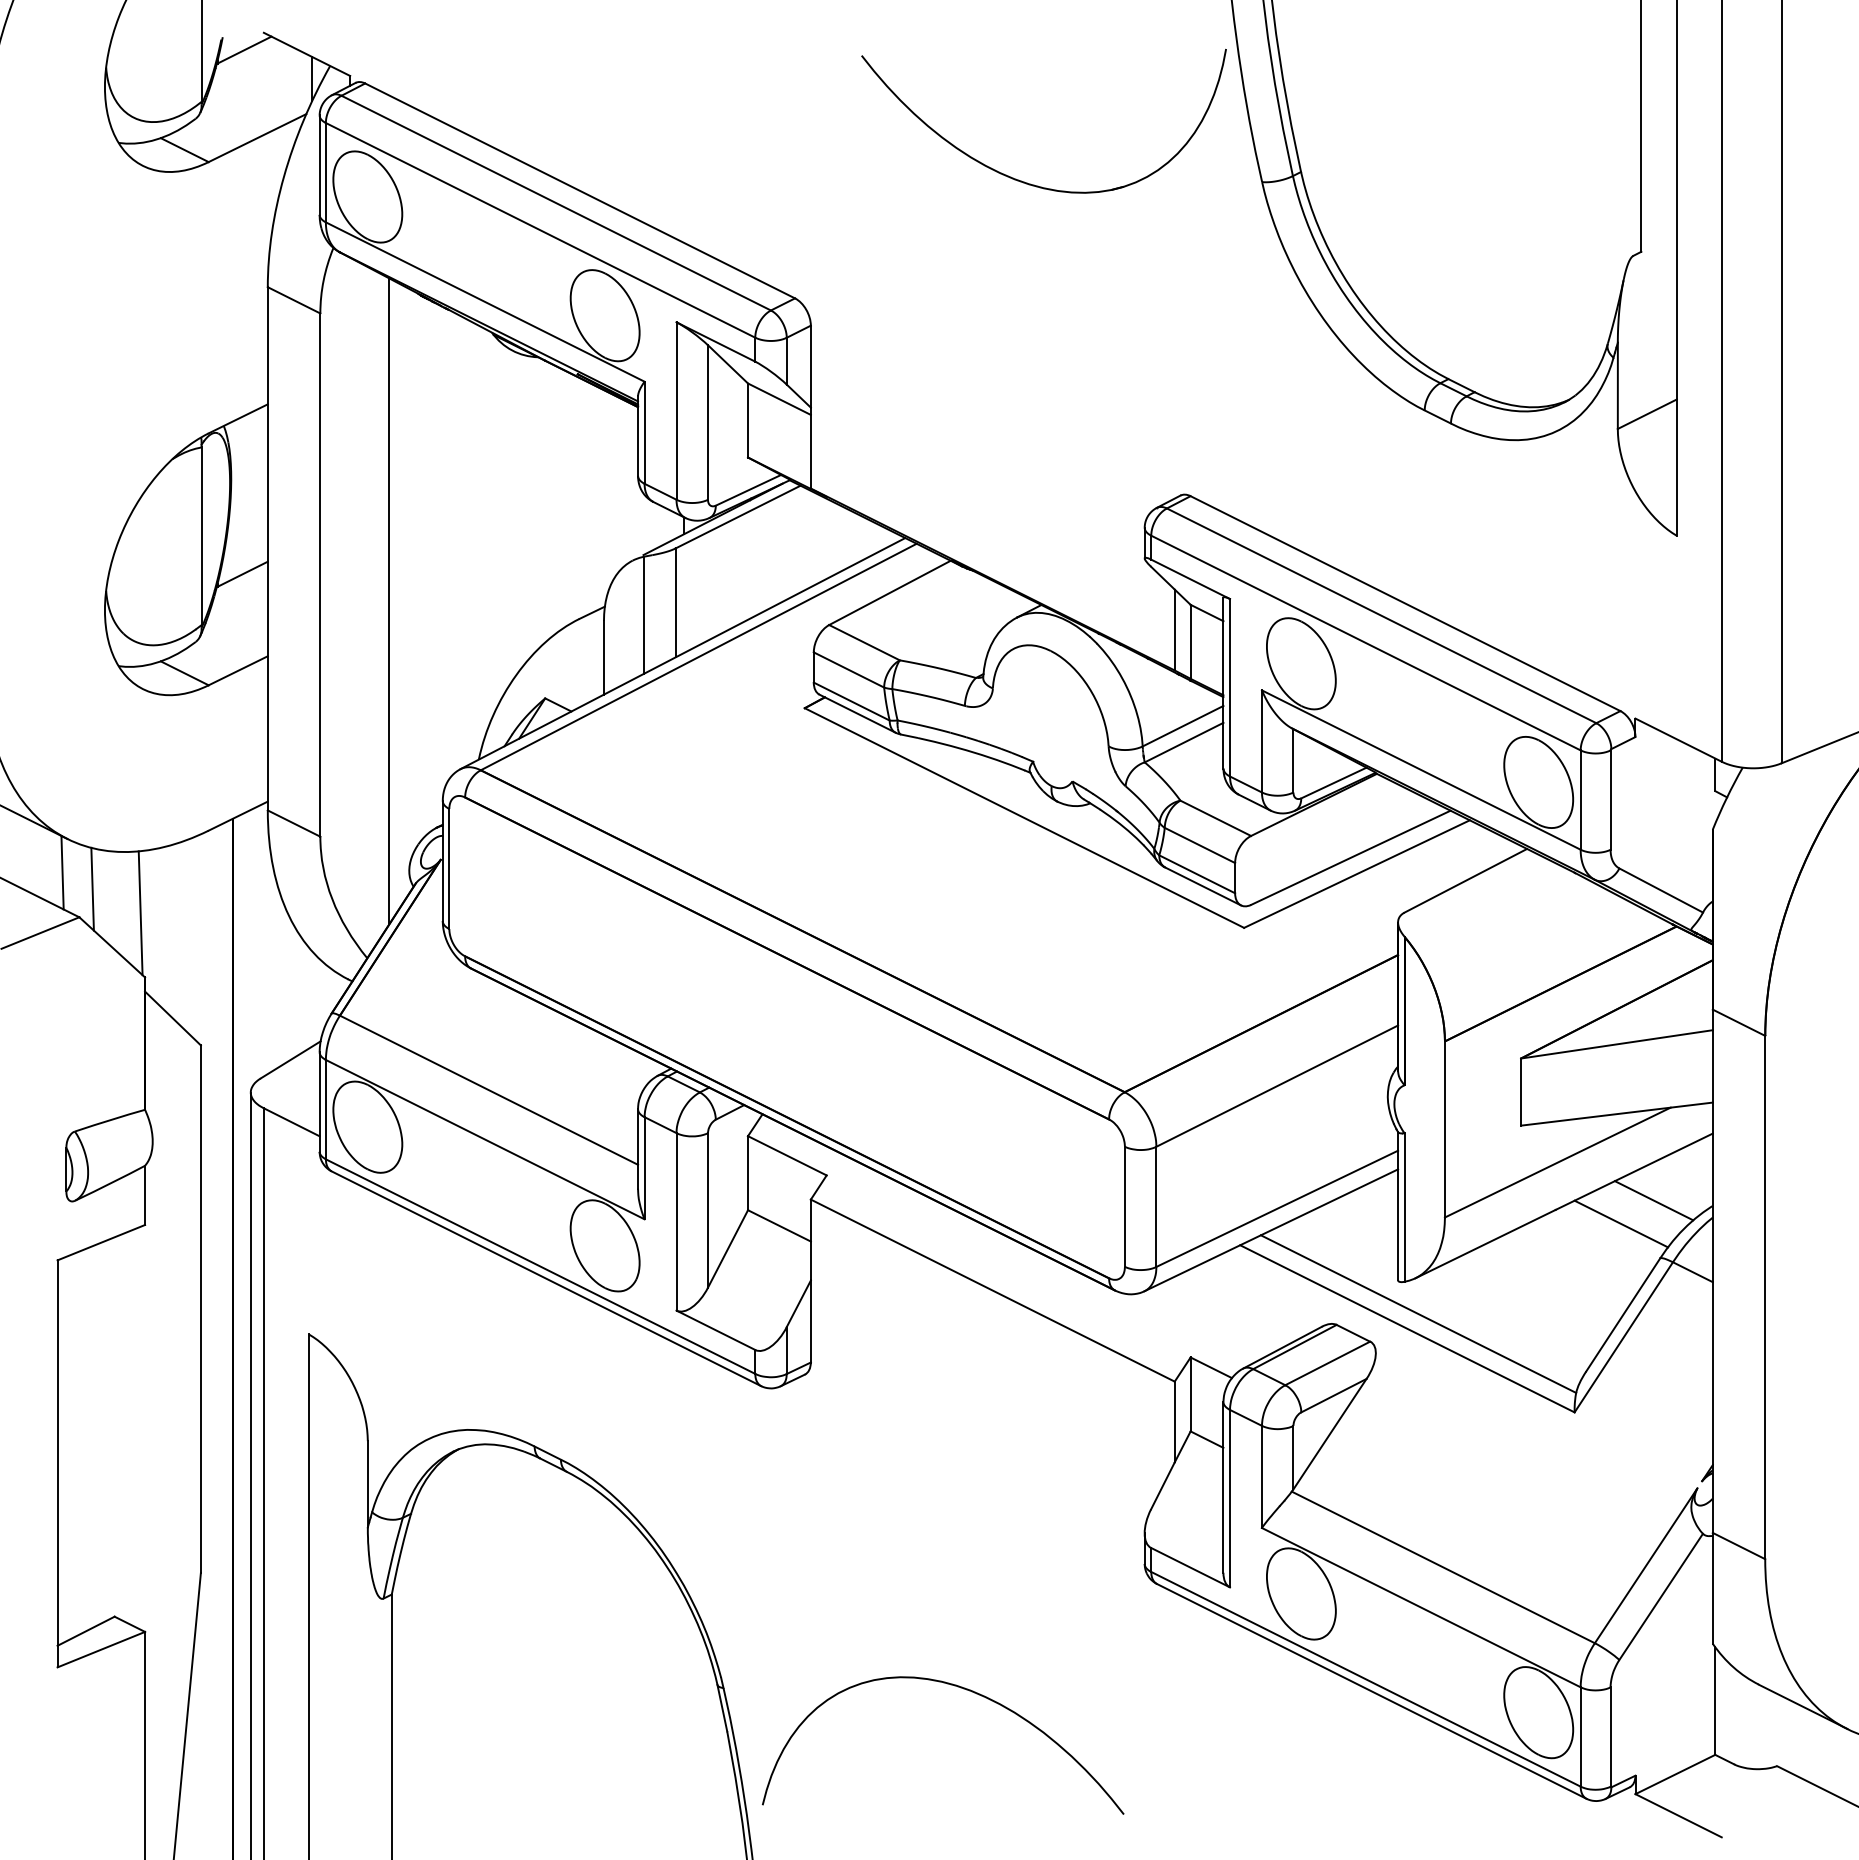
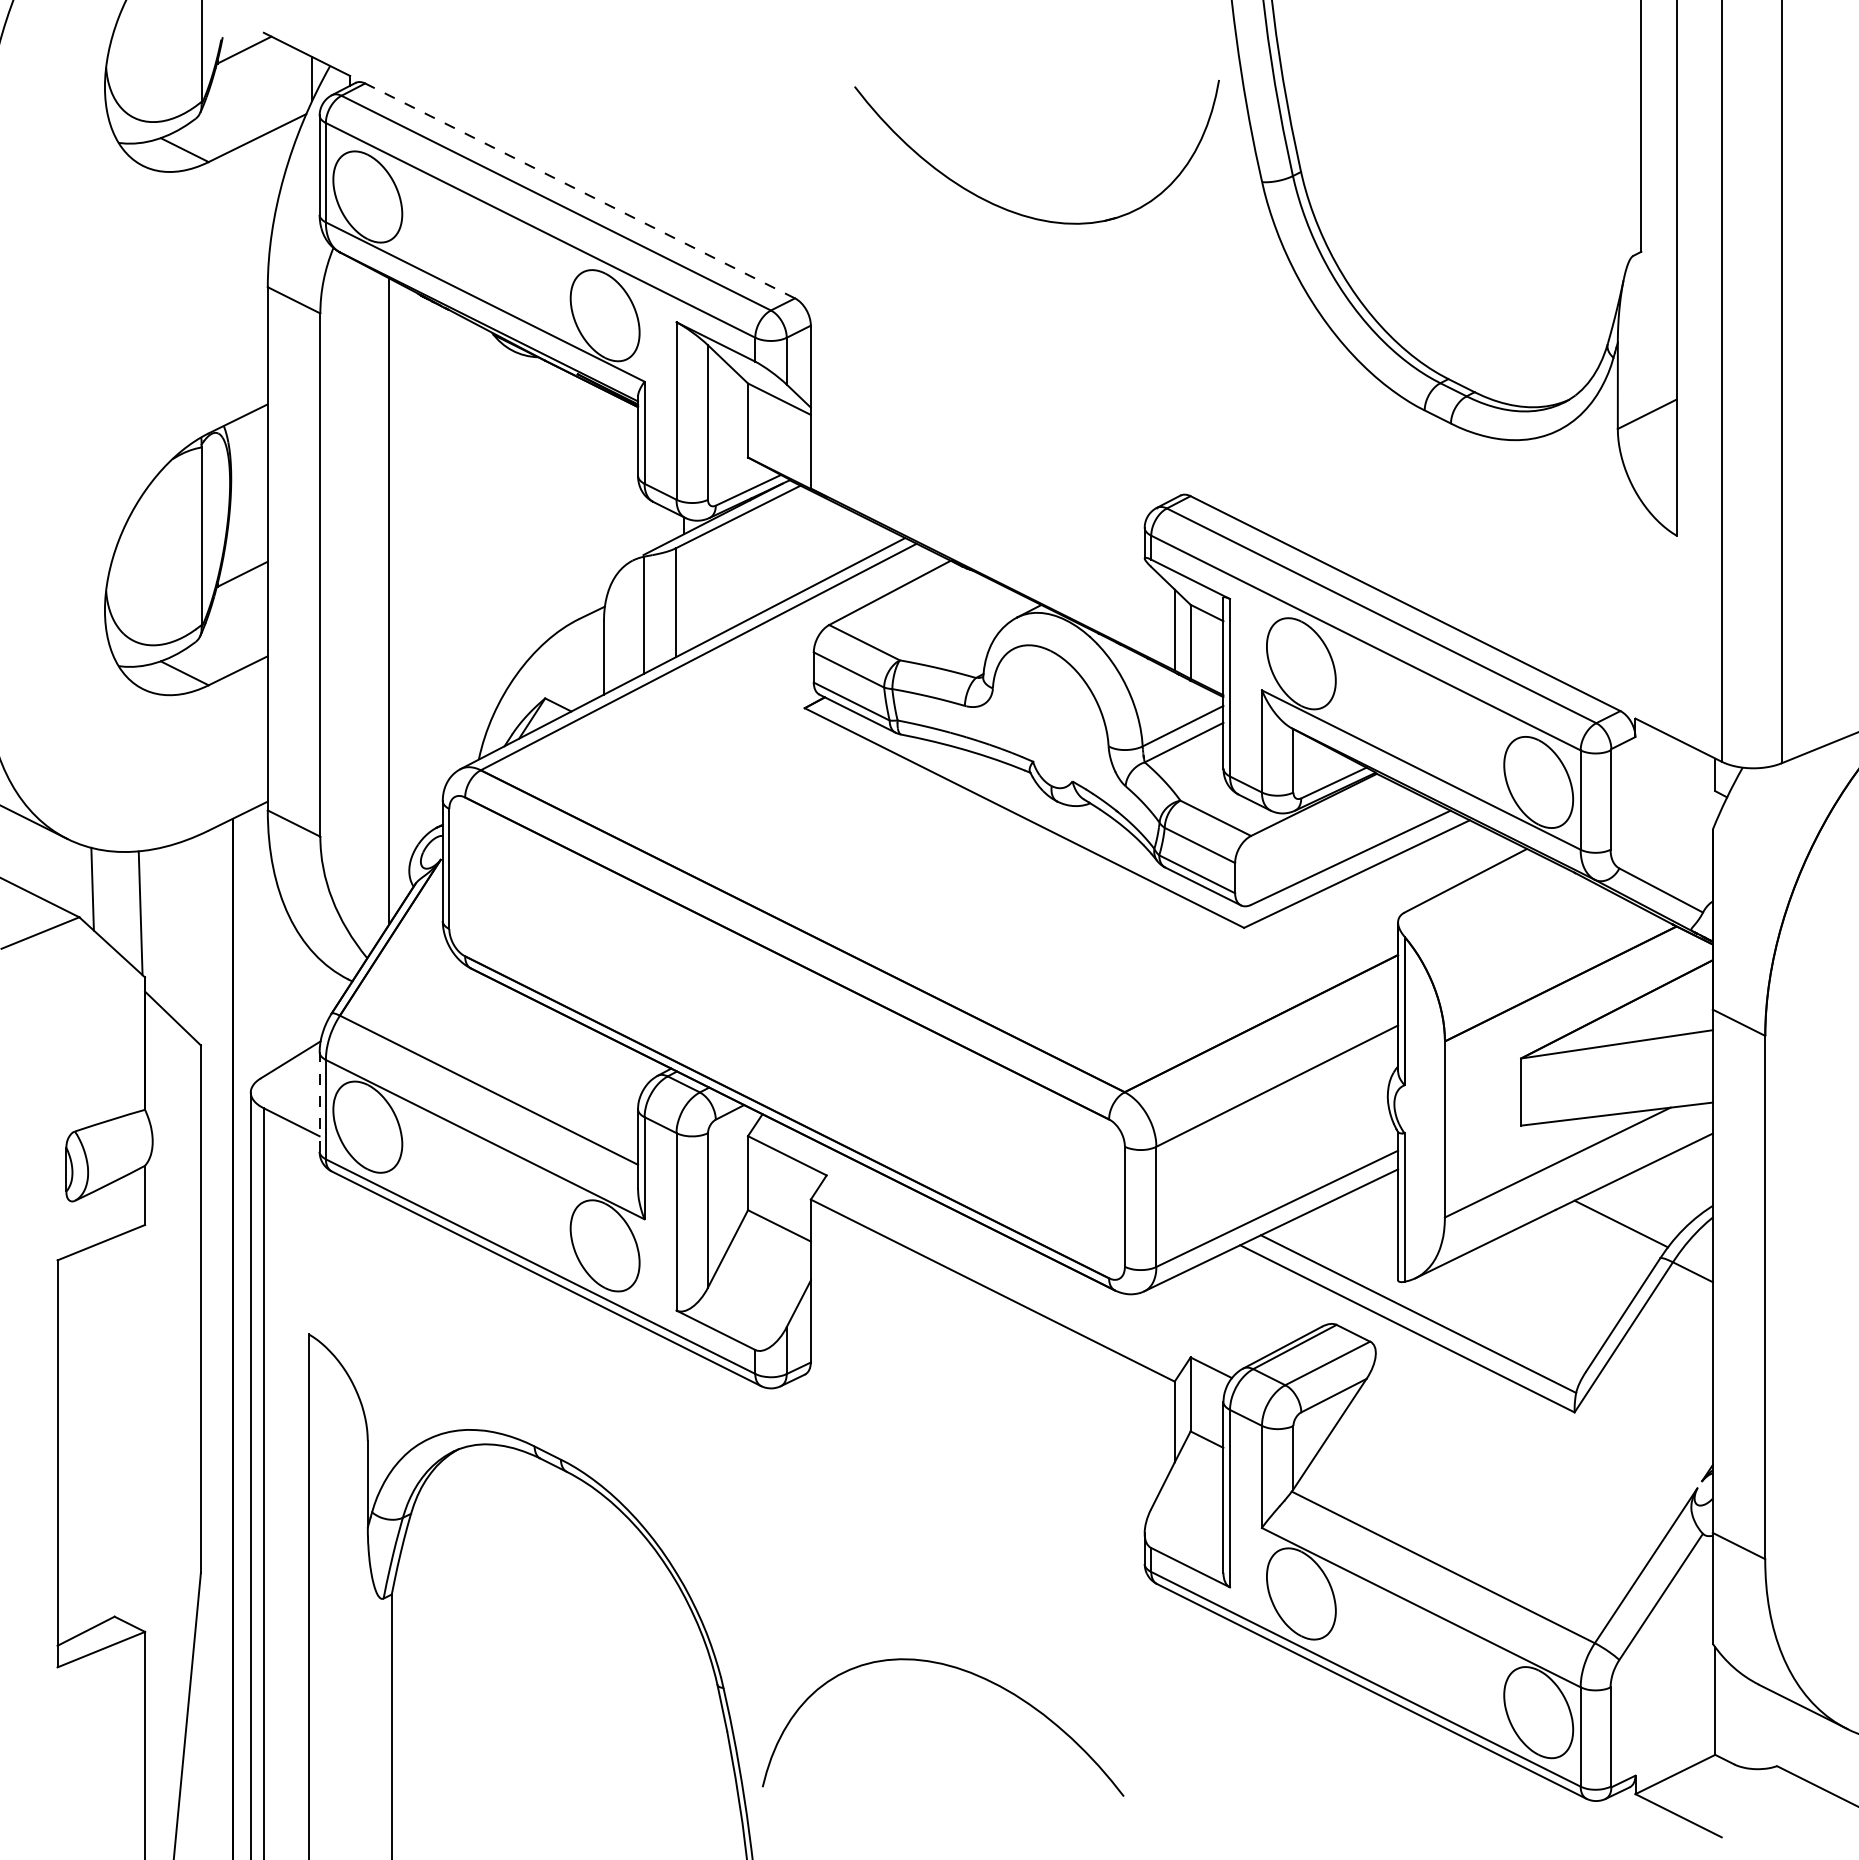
part at (1024, 181) position: (1024, 181) -> (1017, 212)
line at (579, 190): solid -> dashed
line at (62, 872): present -> none
line at (319, 1102): solid -> dashed
line at (1653, 1200): present -> none
curve at (963, 1689) position: (963, 1689) -> (963, 1671)
